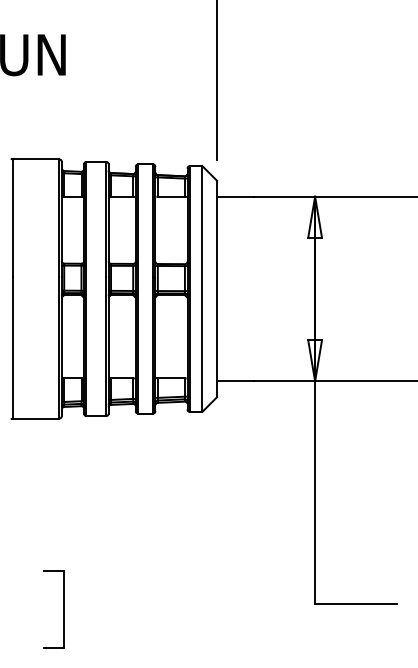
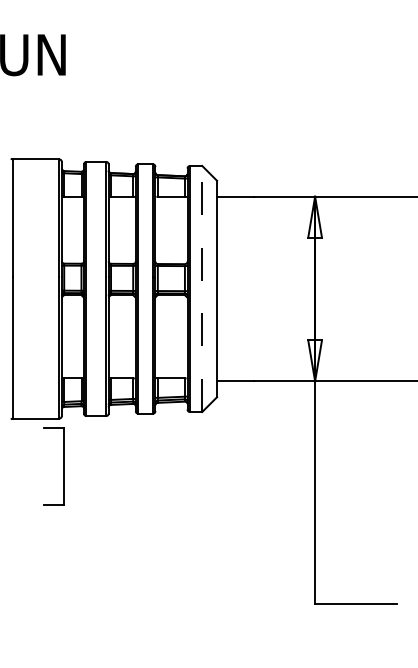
line at (217, 81): present -> none
line at (202, 289): solid -> dashed
part at (63, 609) position: (63, 609) -> (63, 466)
